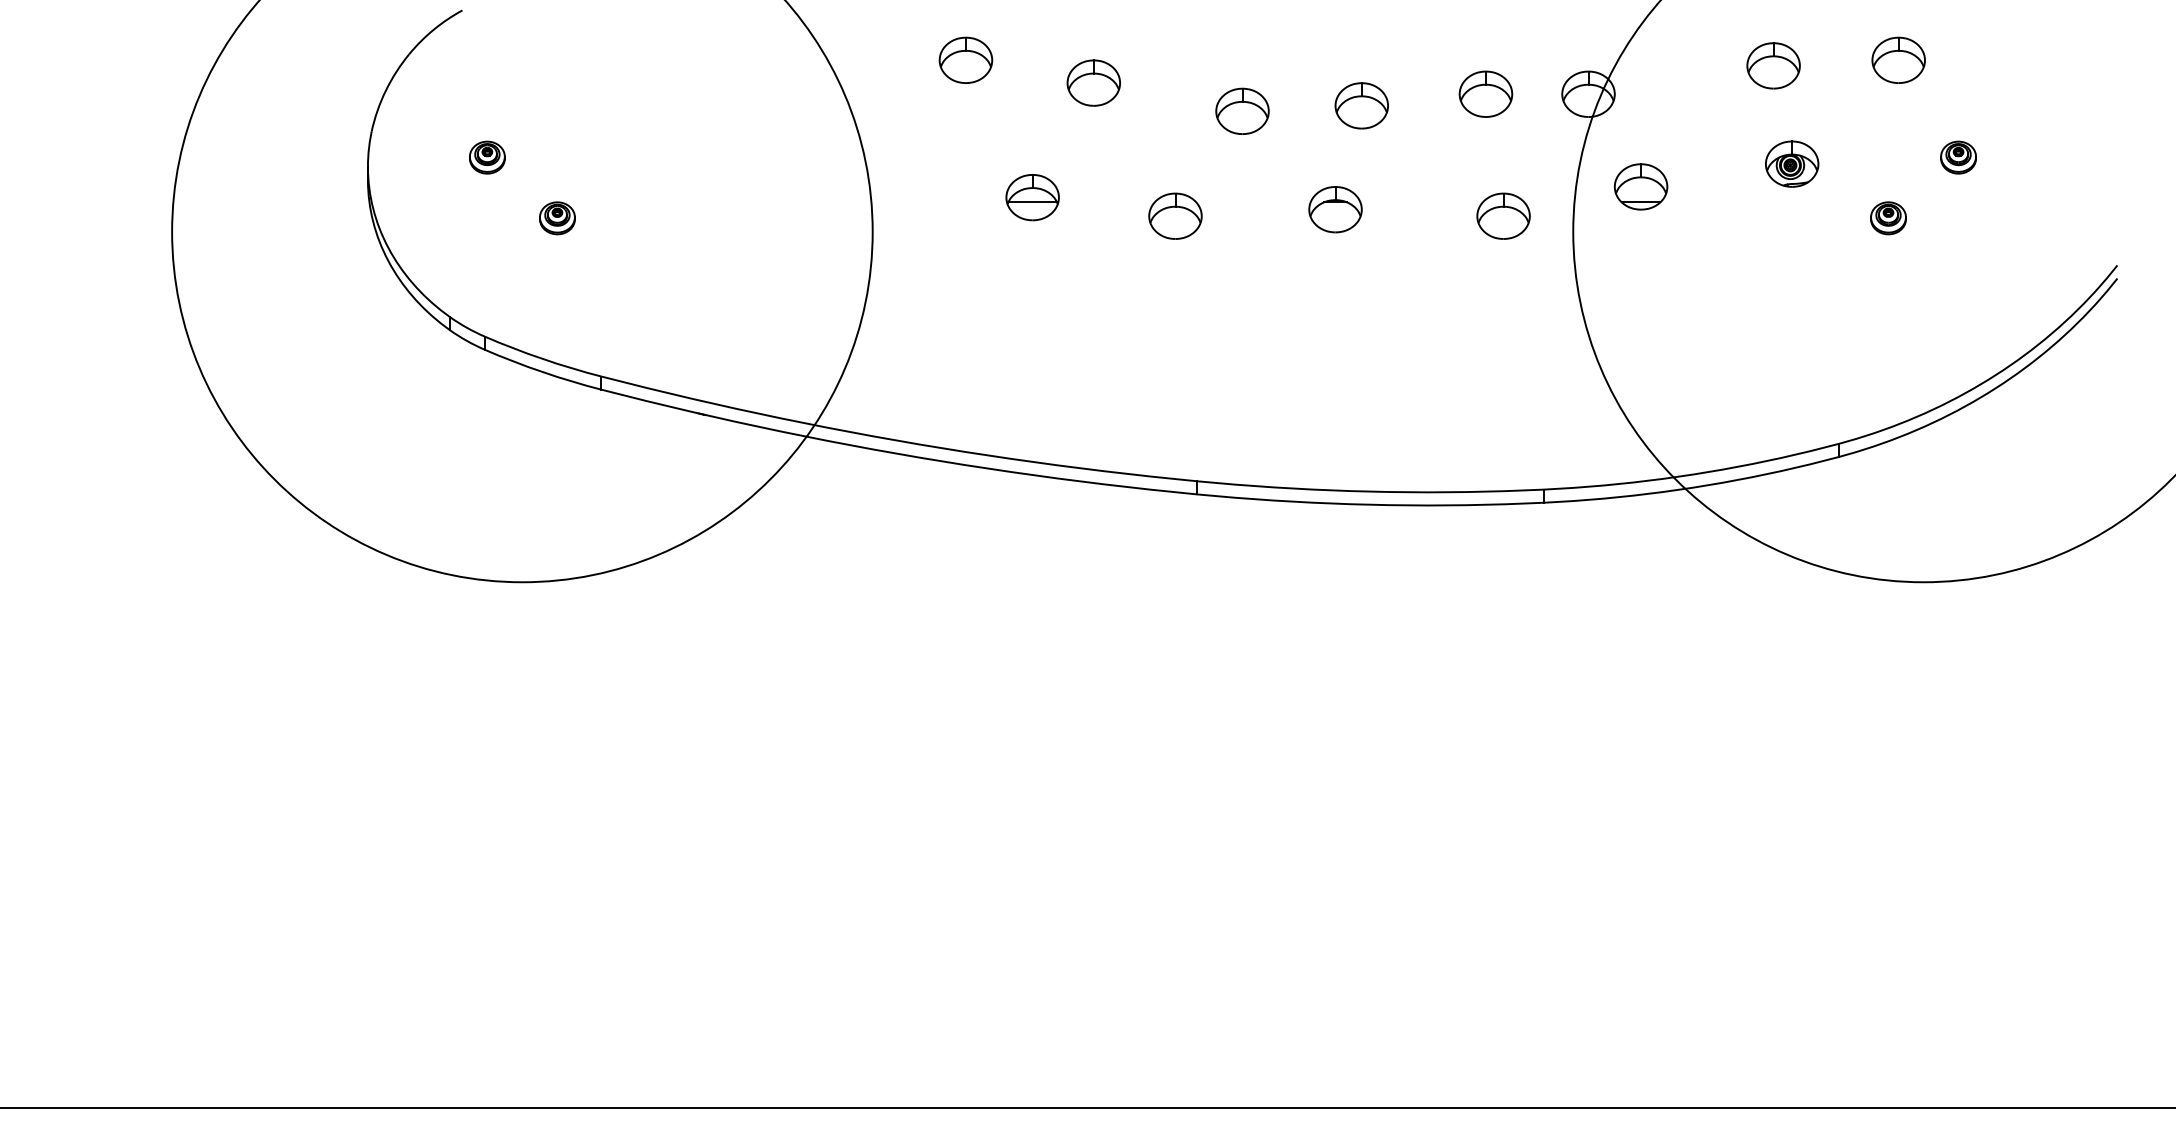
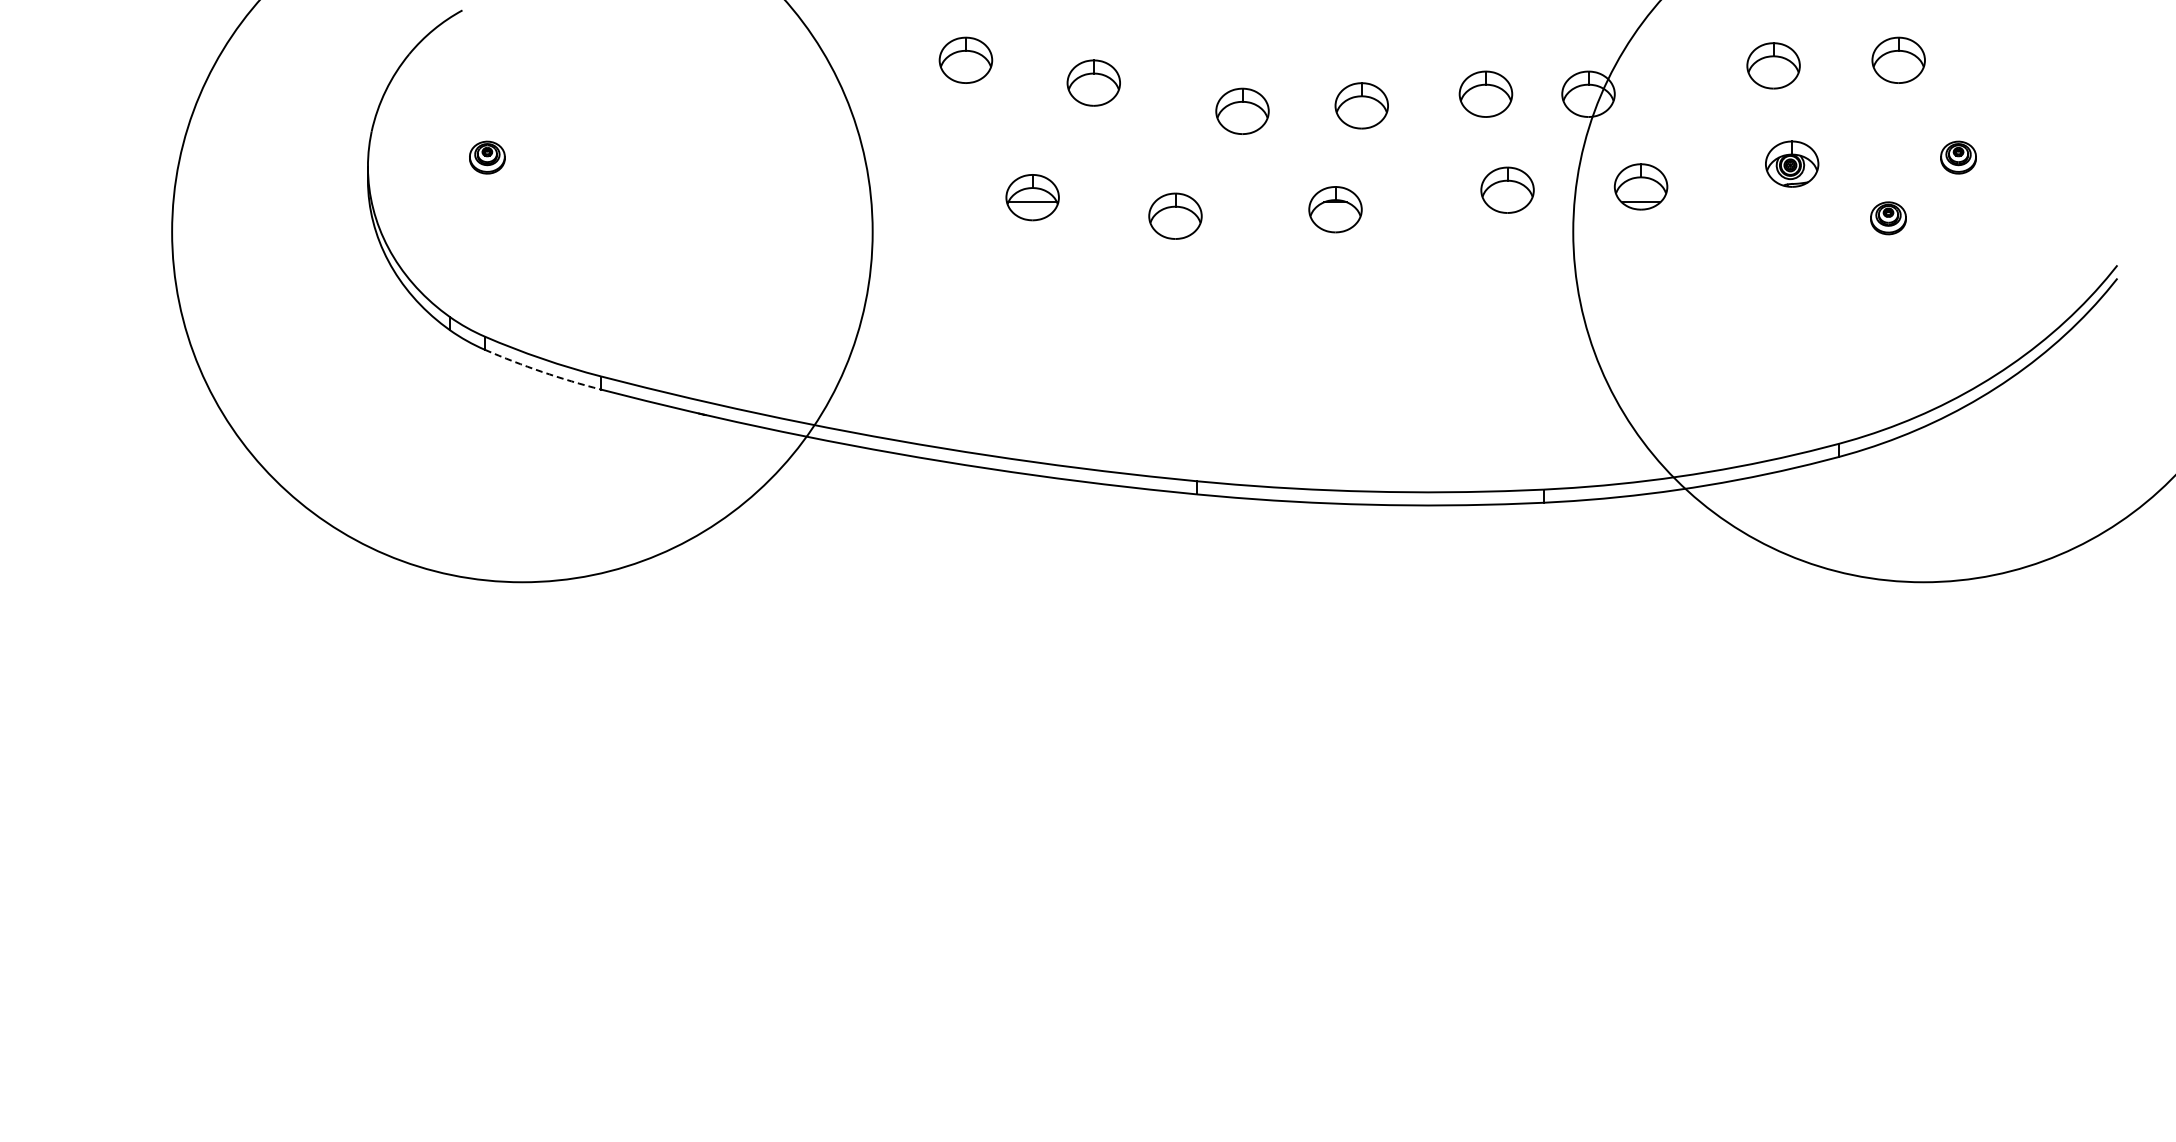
part at (1503, 215) position: (1503, 215) -> (1507, 189)
part at (557, 218): present -> none
arc at (542, 371): solid -> dashed
line at (1087, 1107): present -> none
